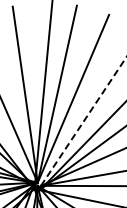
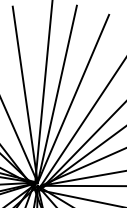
line at (84, 120): dashed -> solid
